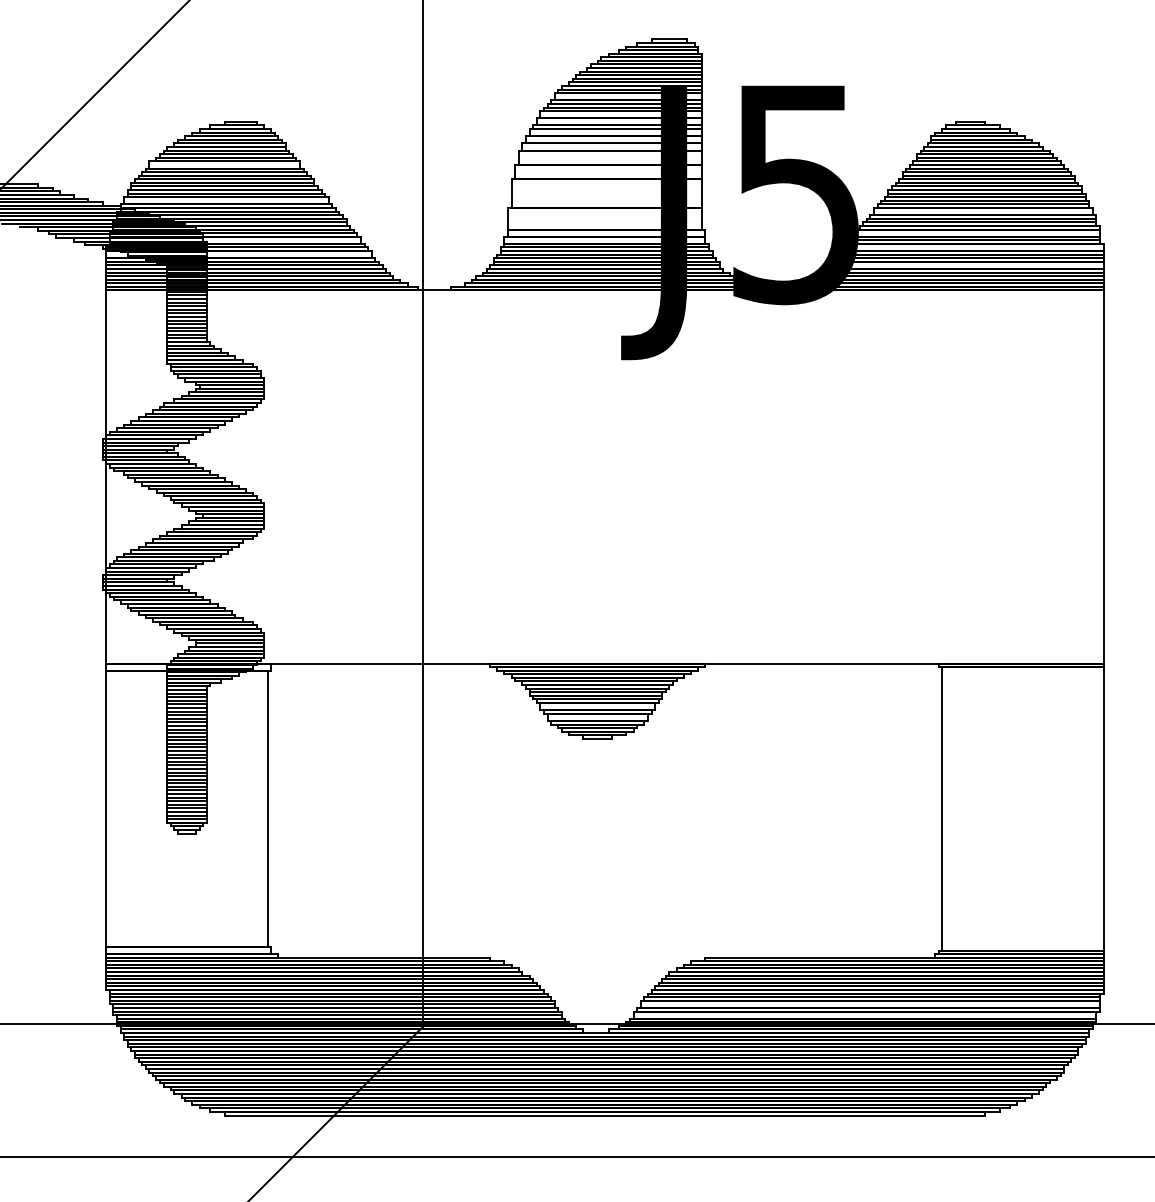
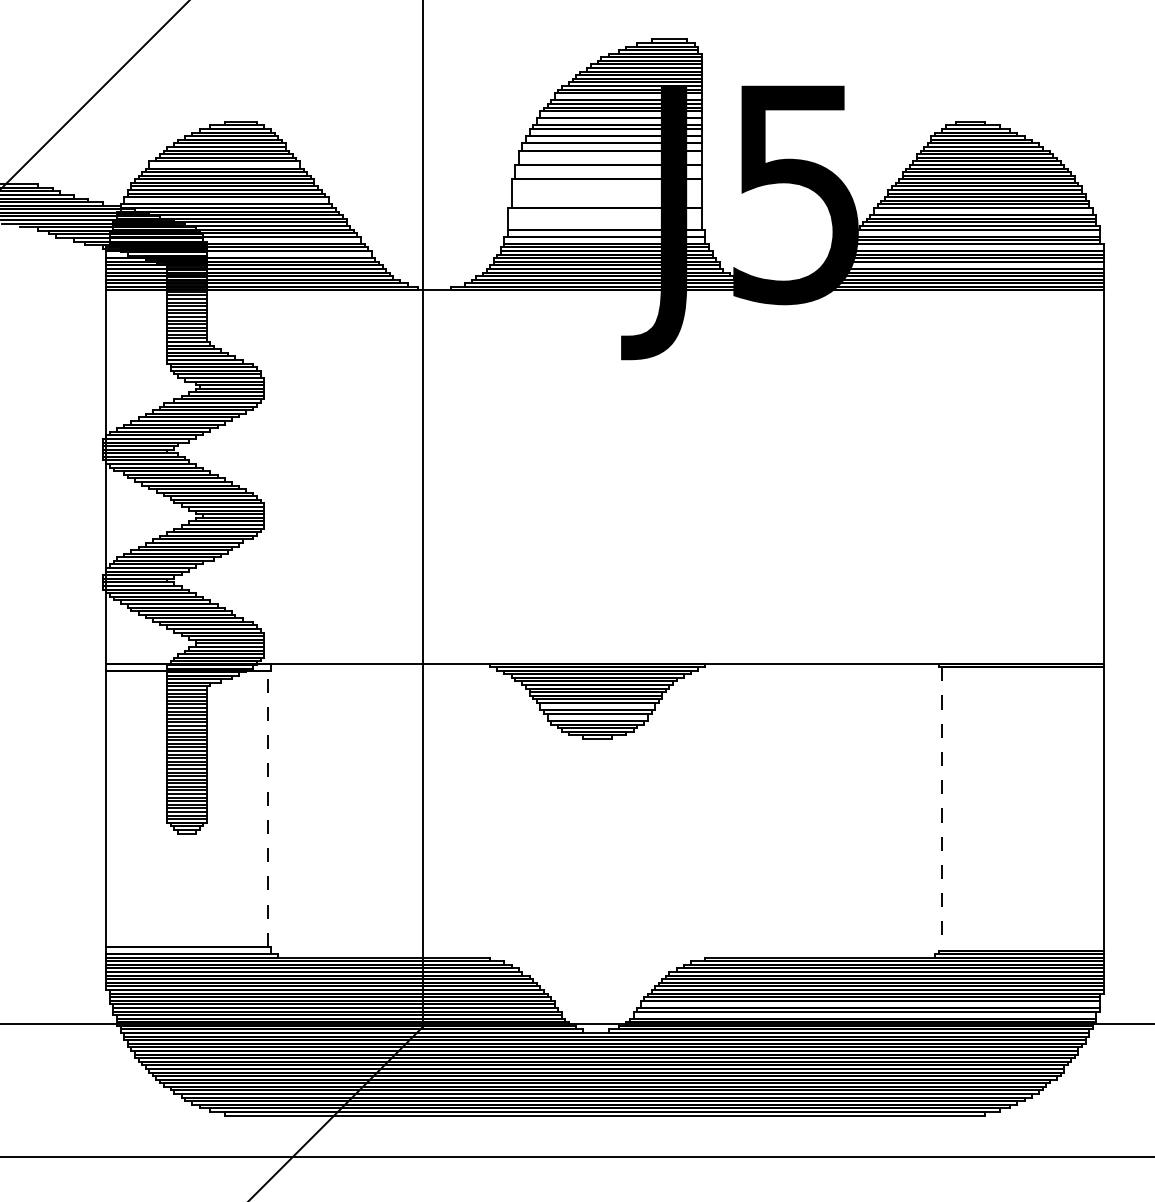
line at (267, 808): solid -> dashed
line at (942, 808): solid -> dashed
